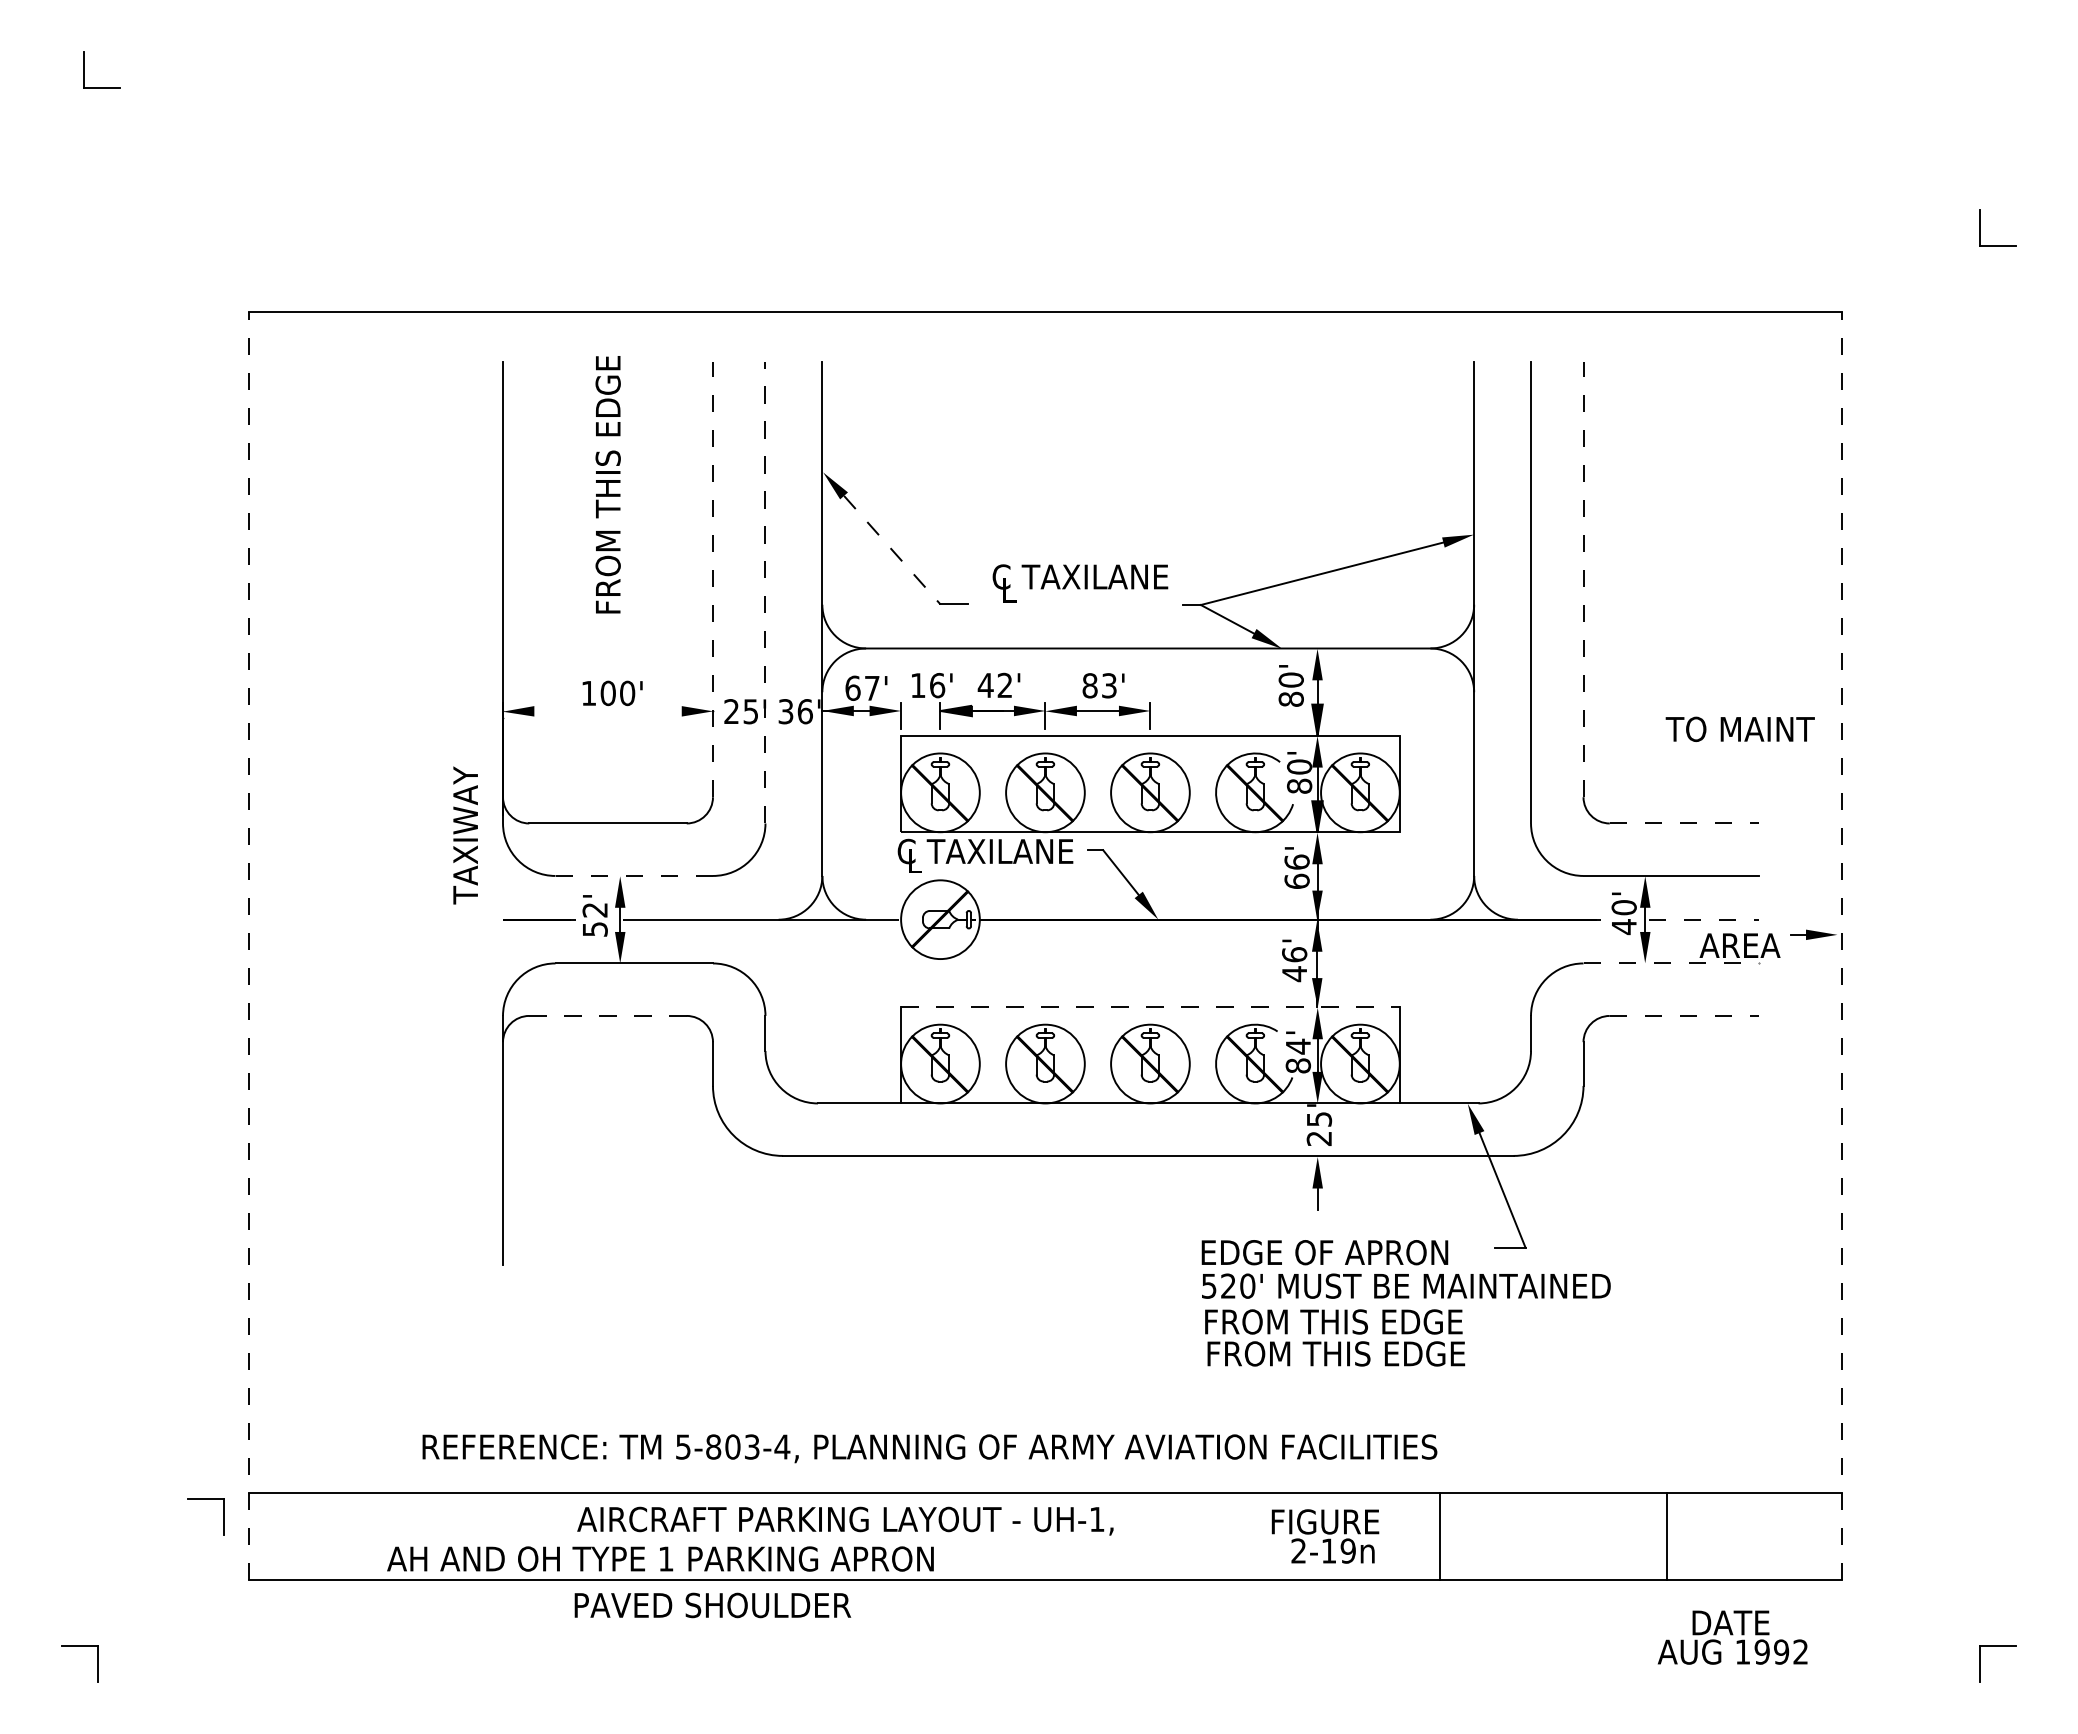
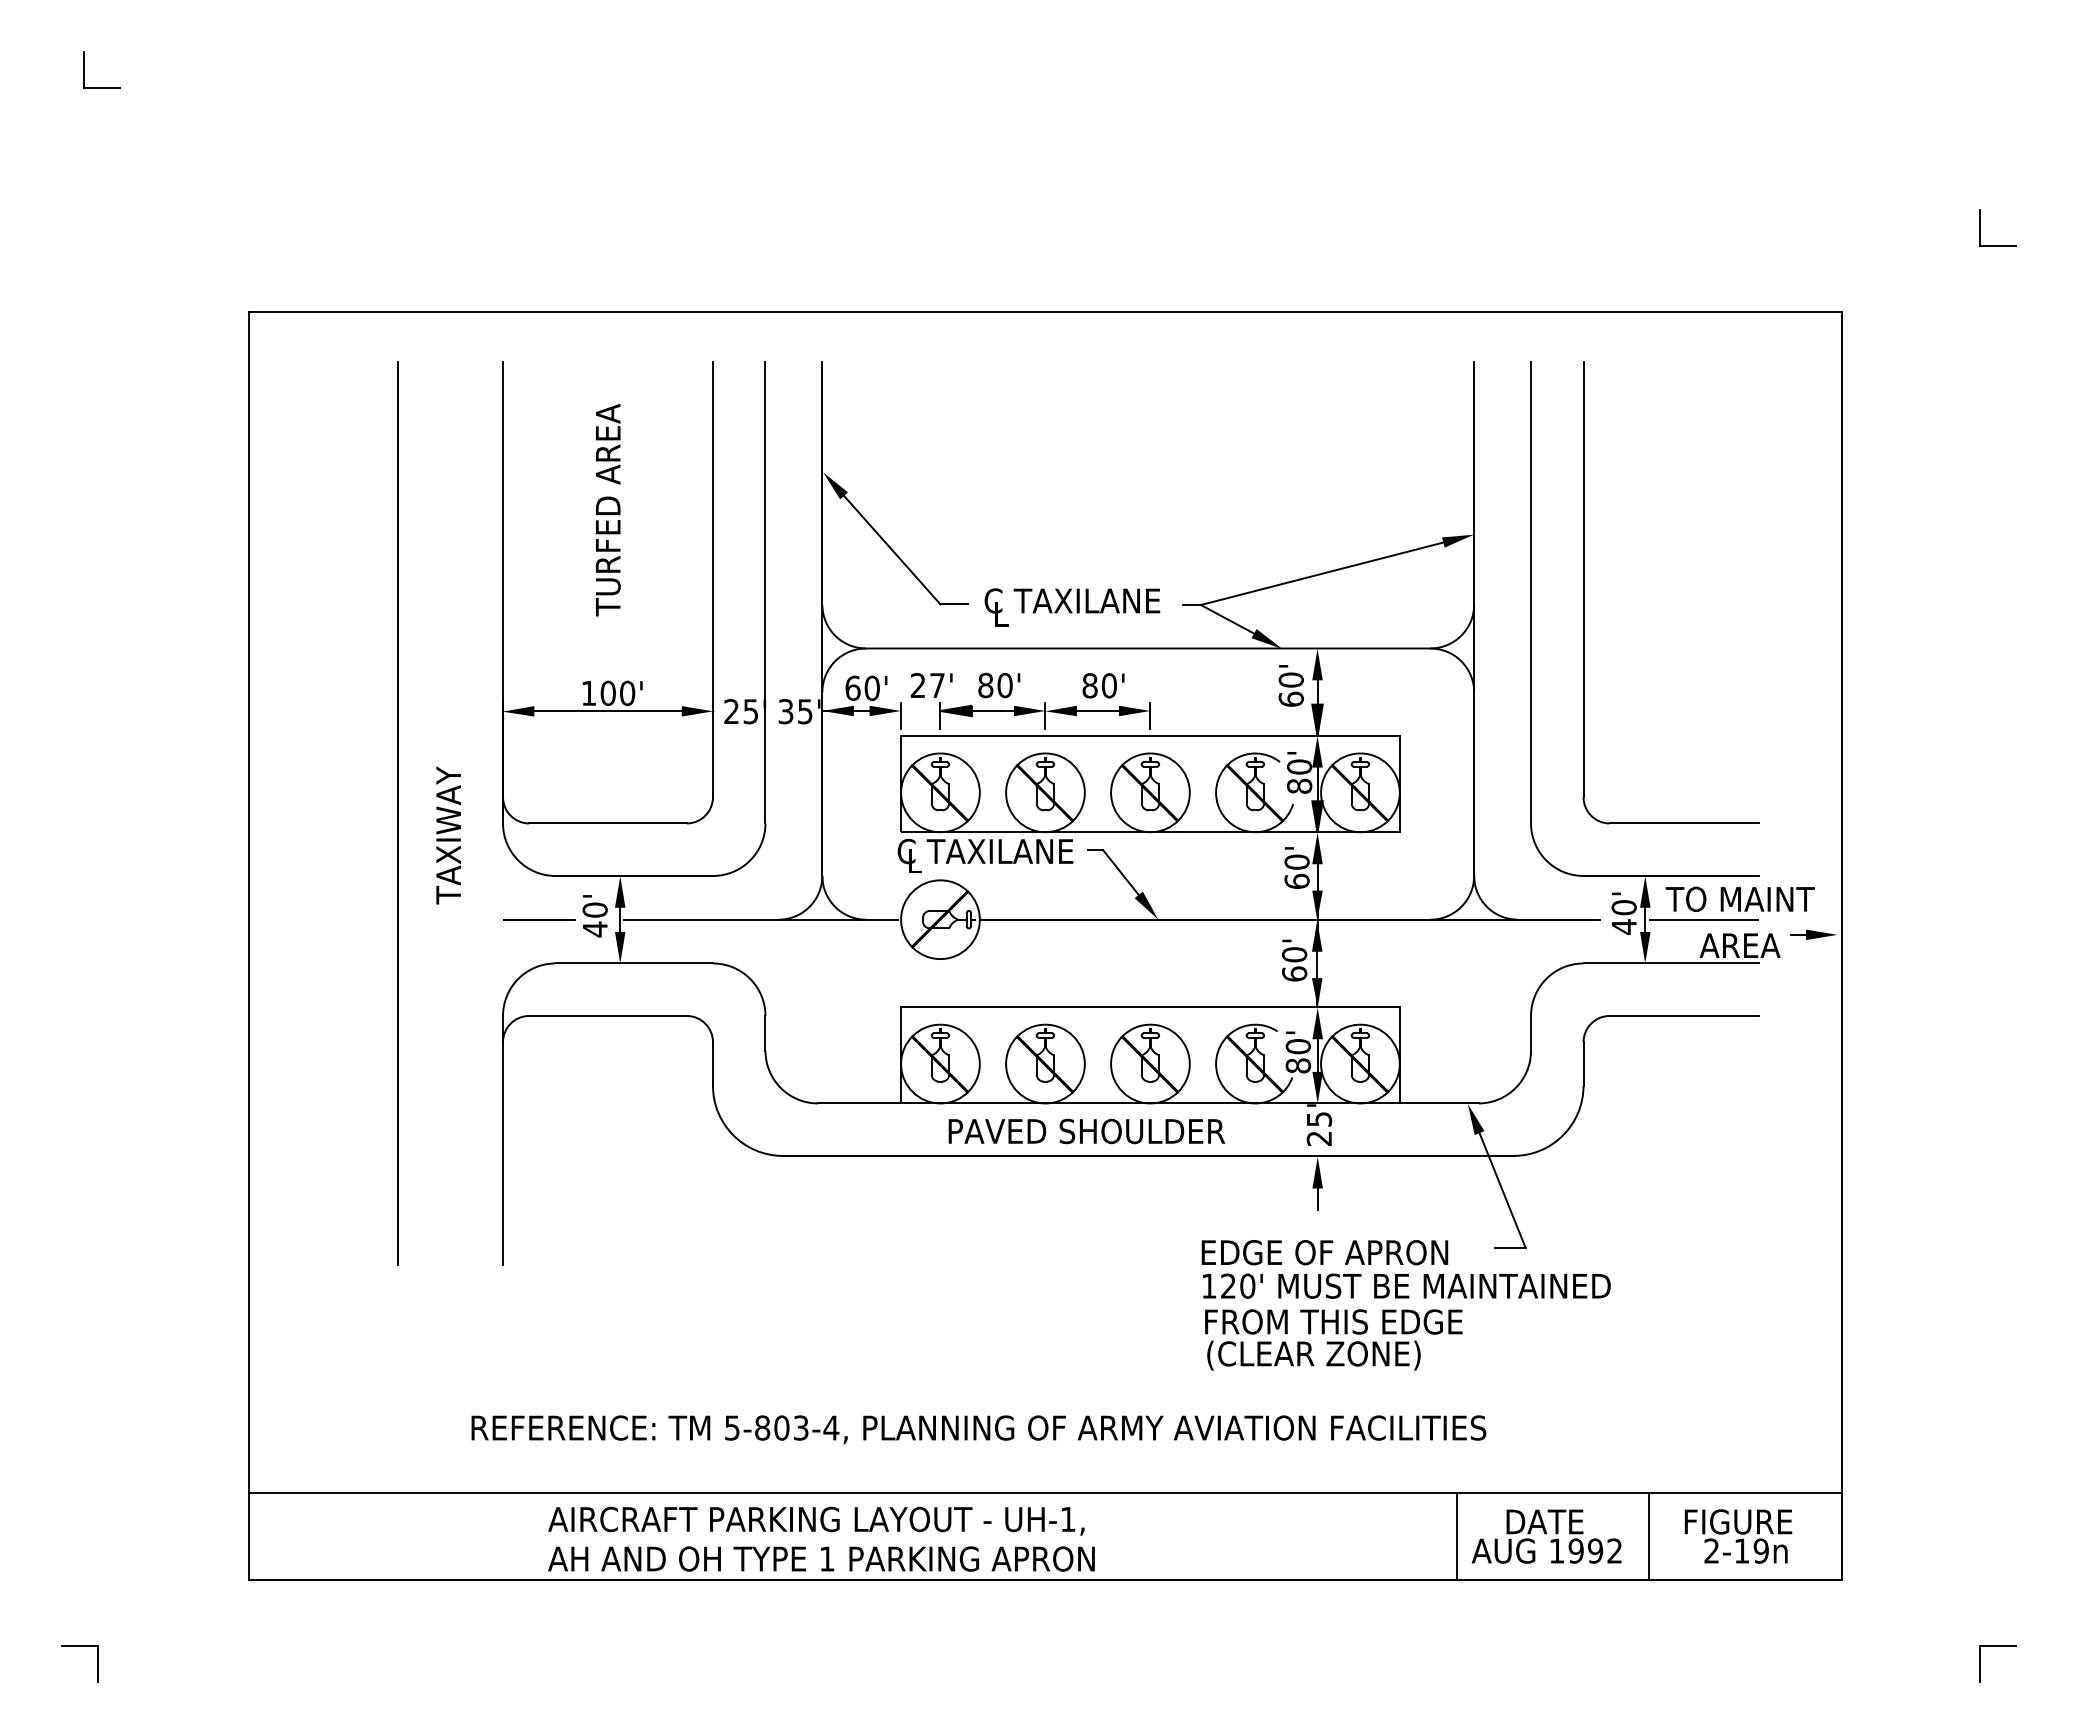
text at (607, 486): FROM THIS EDGE -> TURFED AREA
line at (892, 550): dashed -> solid
line at (712, 579): dashed -> solid
line at (1583, 579): dashed -> solid
text at (1080, 583) position: (1080, 583) -> (1072, 607)
line at (765, 592): dashed -> solid
text at (927, 685): 16' -> 27'
text at (994, 685): 42' -> 80'
text at (1108, 685): 83' -> 80'
text at (871, 687): 67' -> 60'
text at (1290, 698): 80' -> 60'
line at (607, 711): none -> present
text at (804, 711): 36' -> 35'
text at (1739, 728) position: (1739, 728) -> (1739, 898)
line at (398, 813): none -> present
line at (1684, 823): dashed -> solid
text at (465, 835) position: (465, 835) -> (448, 835)
text at (1296, 861): 66' -> 60'
line at (634, 875): dashed -> solid
text at (594, 919): 52' -> 40'
line at (1703, 919): dashed -> solid
line at (249, 945): dashed -> solid
line at (1841, 945): dashed -> solid
line at (1671, 963): dashed -> solid
text at (1294, 964): 46' -> 60'
line at (1150, 1007): dashed -> solid
line at (608, 1015): dashed -> solid
line at (1684, 1015): dashed -> solid
text at (1298, 1046): 84' -> 80'
text at (1209, 1286): 520' -> 120'
text at (1336, 1355): FROM THIS EDGE -> (CLEAR ZONE)
text at (929, 1448) position: (929, 1448) -> (978, 1429)
part at (205, 1499): present -> none
text at (845, 1520) position: (845, 1520) -> (816, 1520)
text at (1325, 1536) position: (1325, 1536) -> (1738, 1536)
line at (1439, 1536) position: (1439, 1536) -> (1456, 1536)
line at (1667, 1536) position: (1667, 1536) -> (1649, 1536)
text at (660, 1558) position: (660, 1558) -> (821, 1558)
text at (712, 1605) position: (712, 1605) -> (1086, 1131)
text at (1732, 1637) position: (1732, 1637) -> (1546, 1536)
